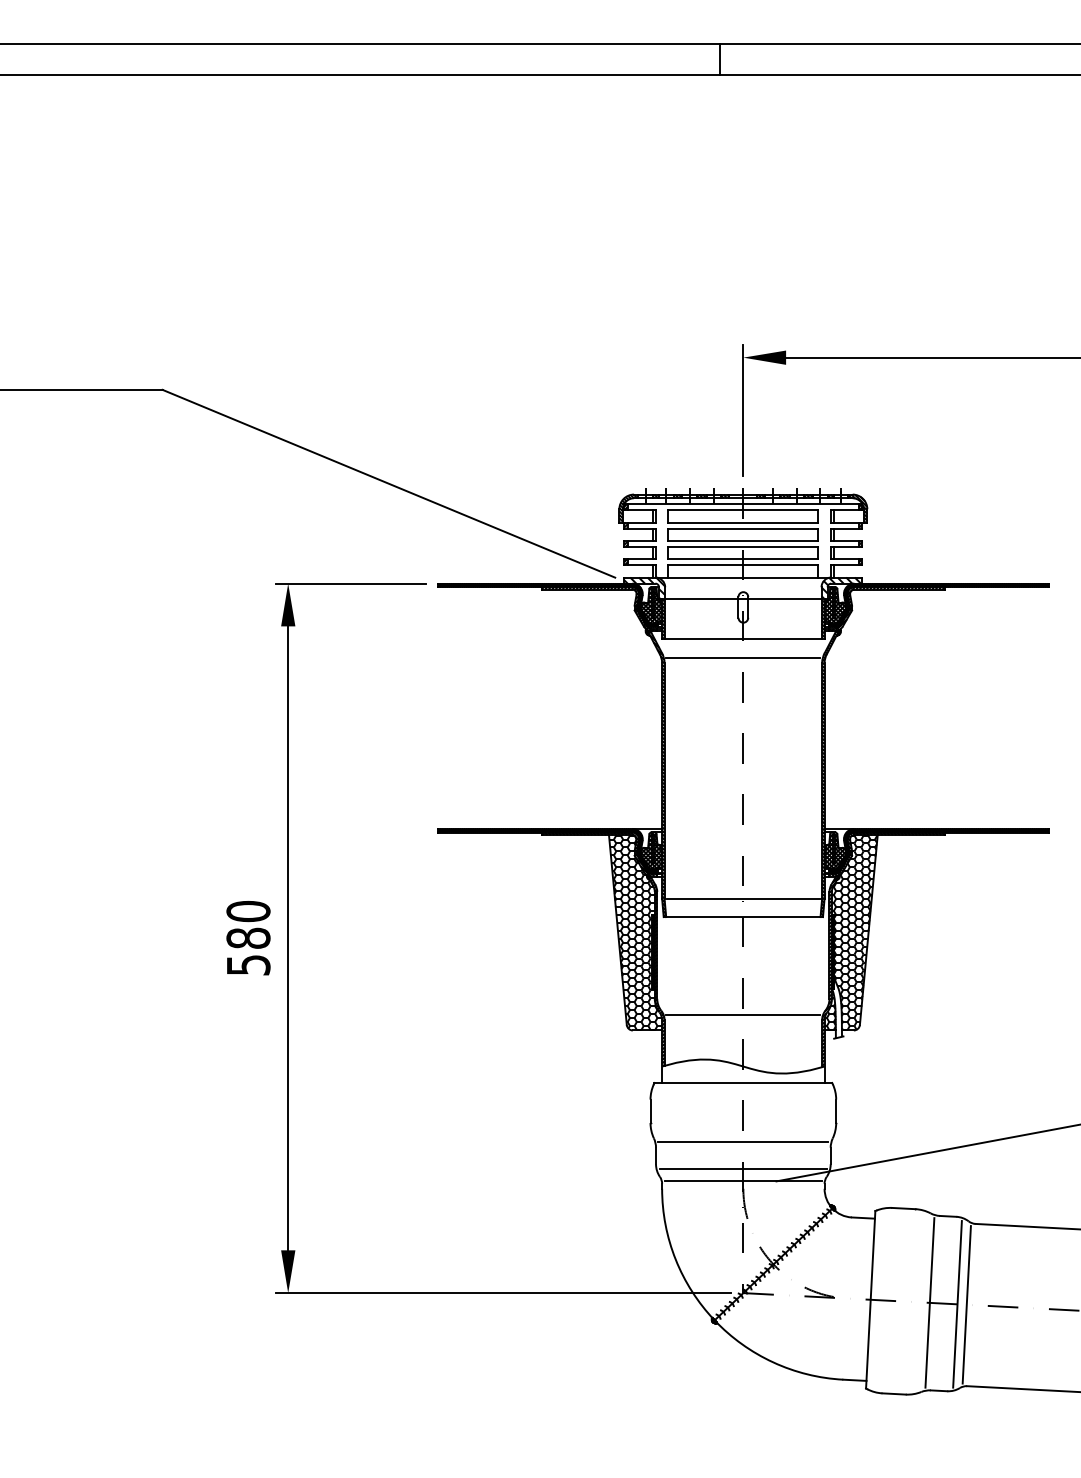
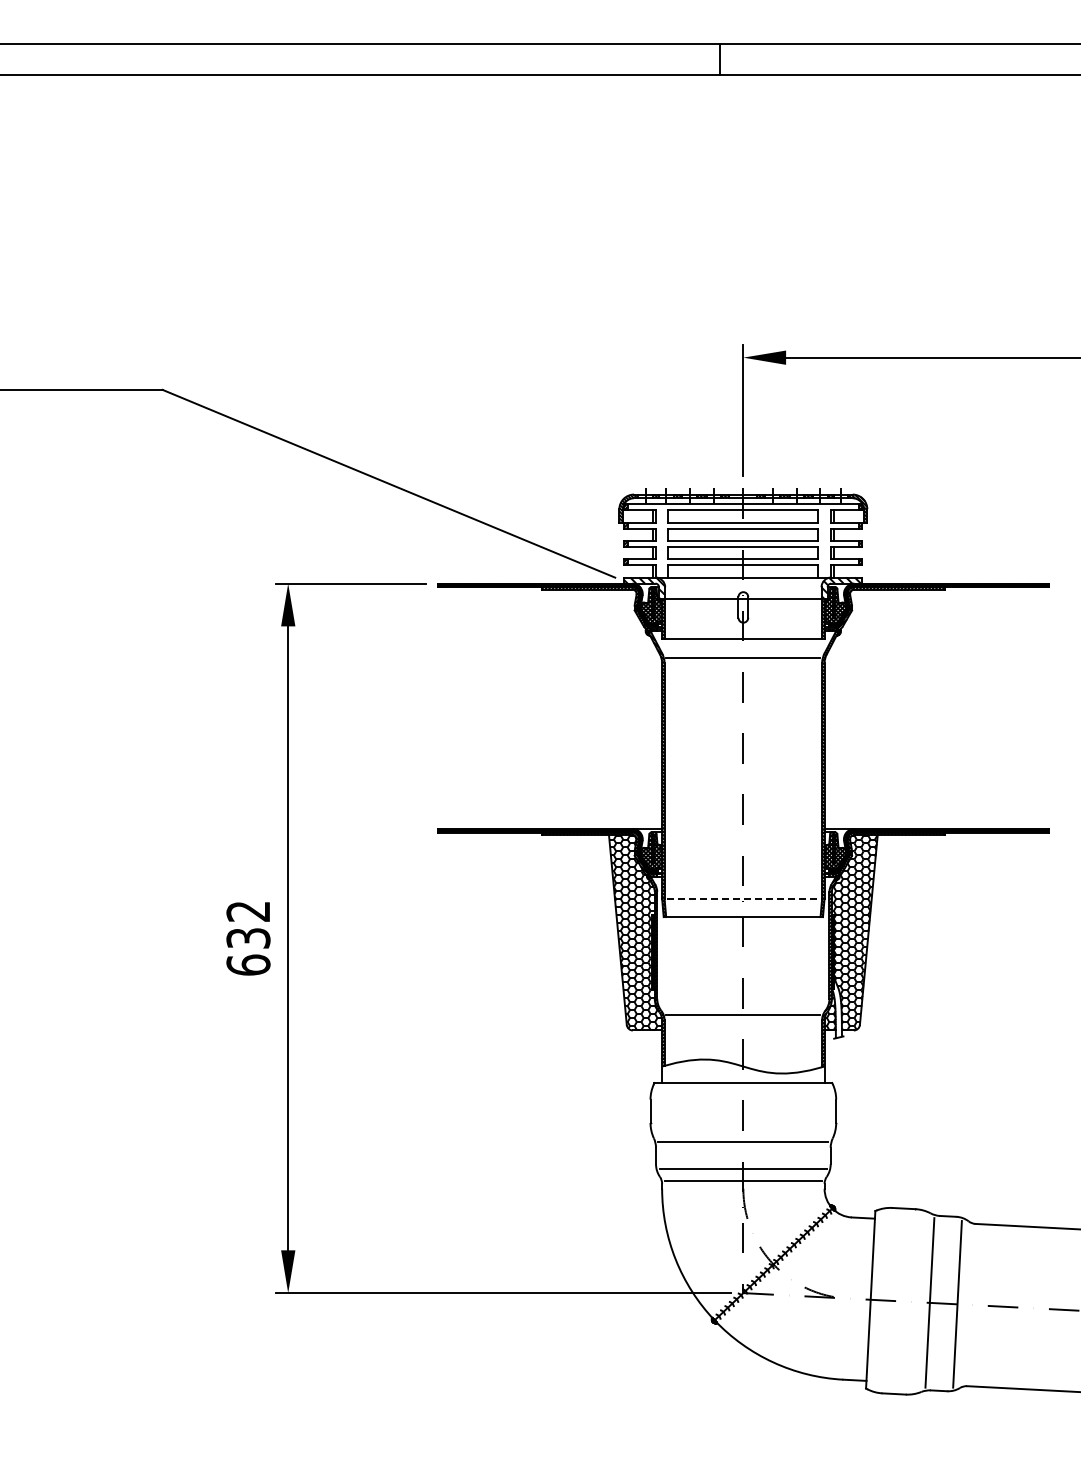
line at (743, 898): solid -> dashed
text at (248, 937): 580 -> 632
line at (926, 1153): present -> none
line at (966, 1304): present -> none
